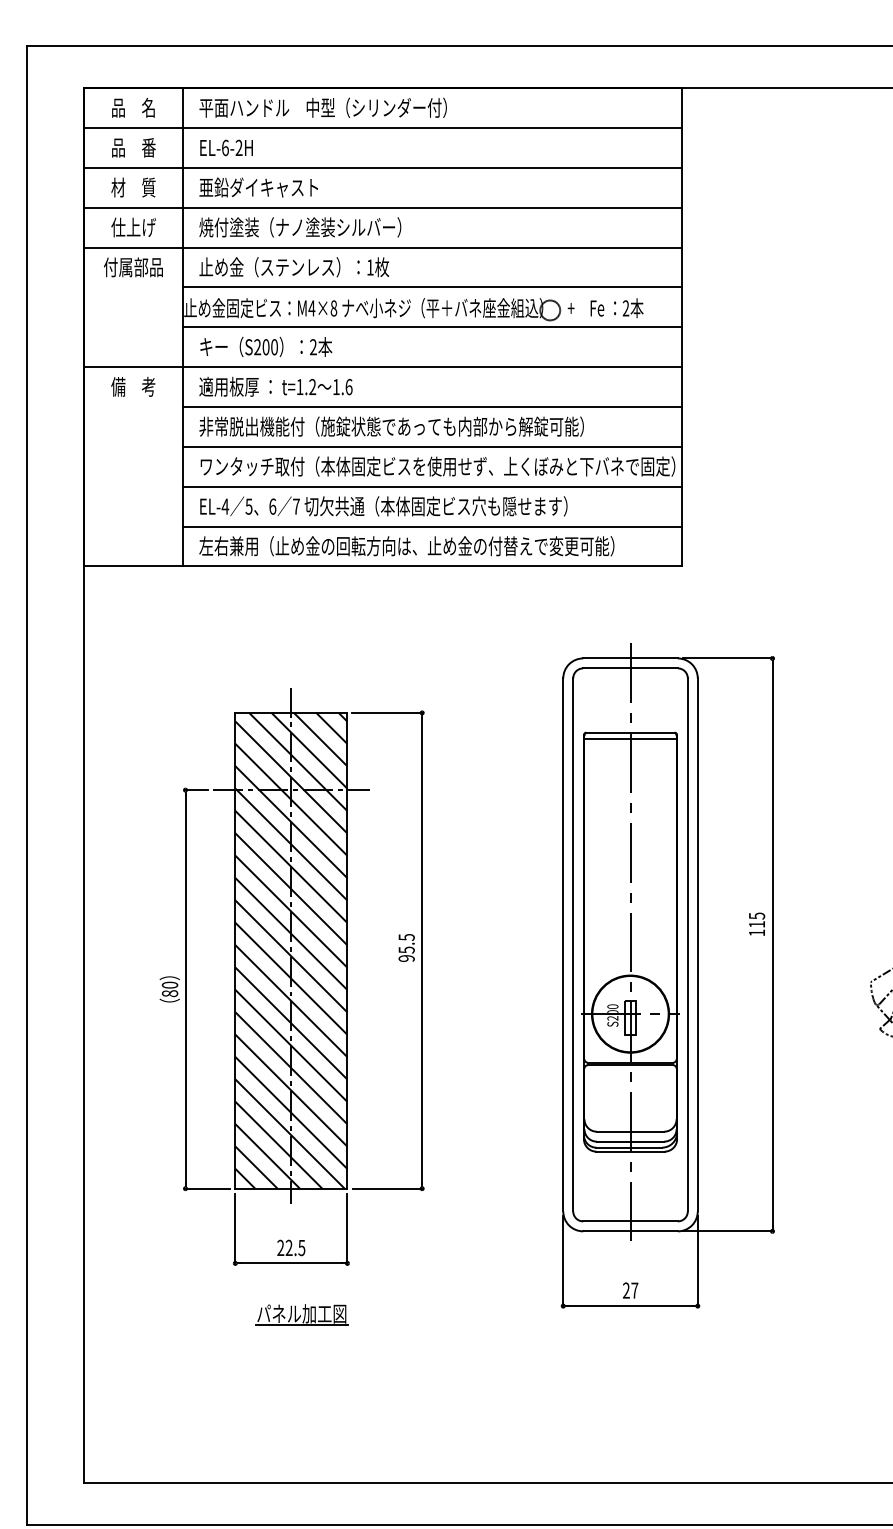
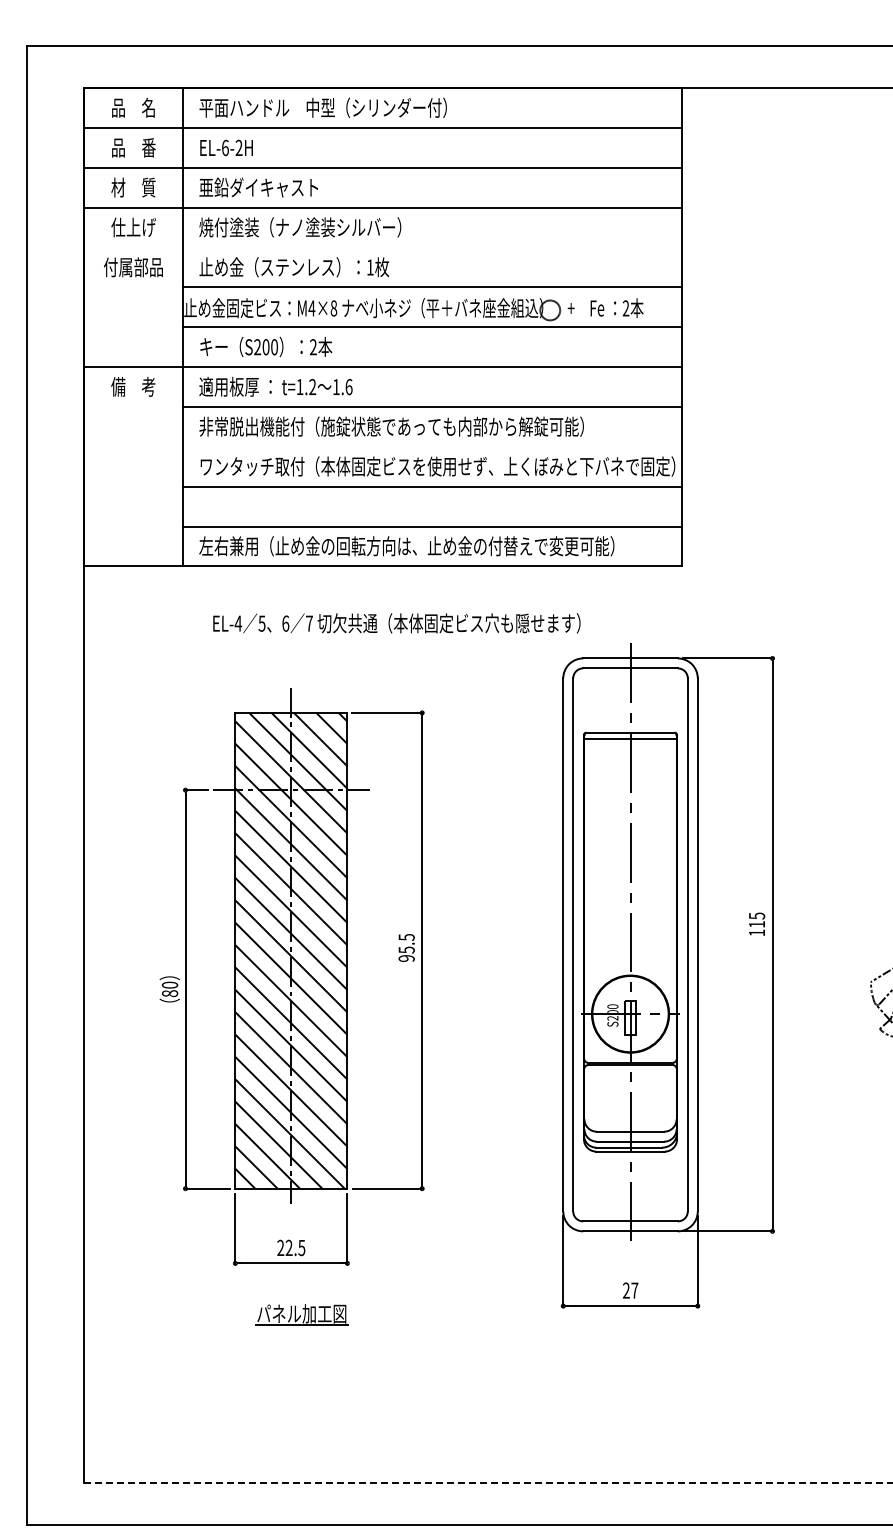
line at (382, 247): present -> none
line at (432, 446): present -> none
text at (383, 506) position: (383, 506) -> (396, 623)
line at (488, 1483): solid -> dashed
